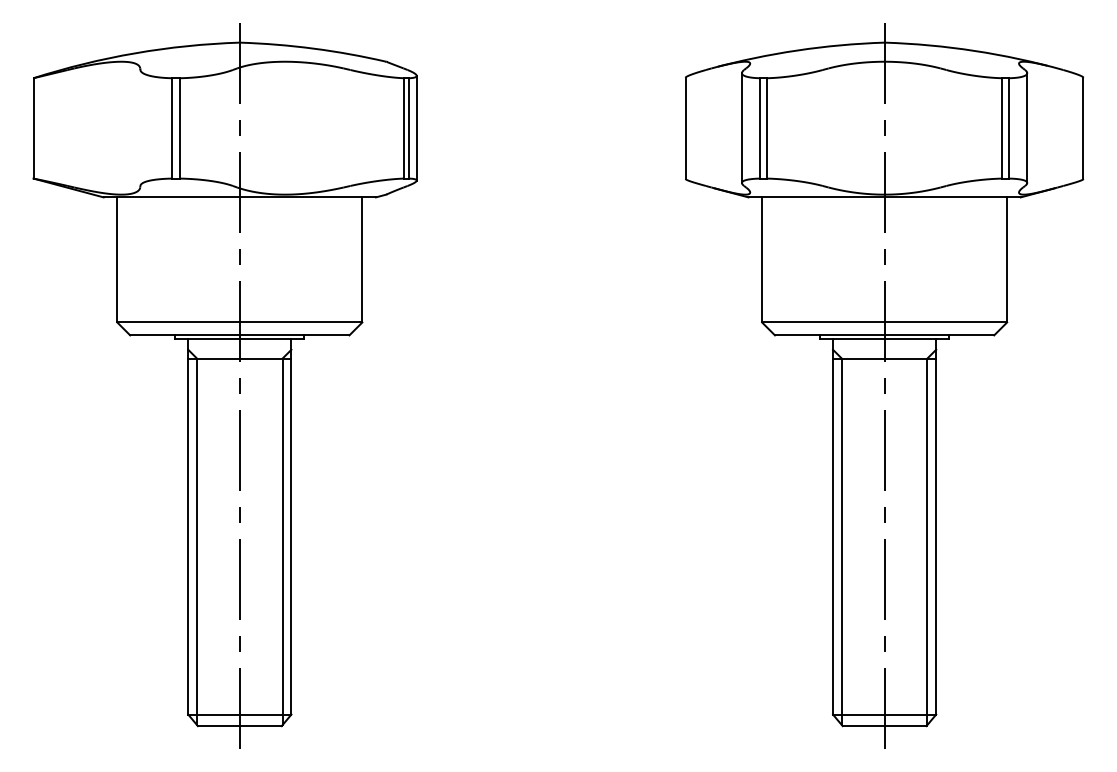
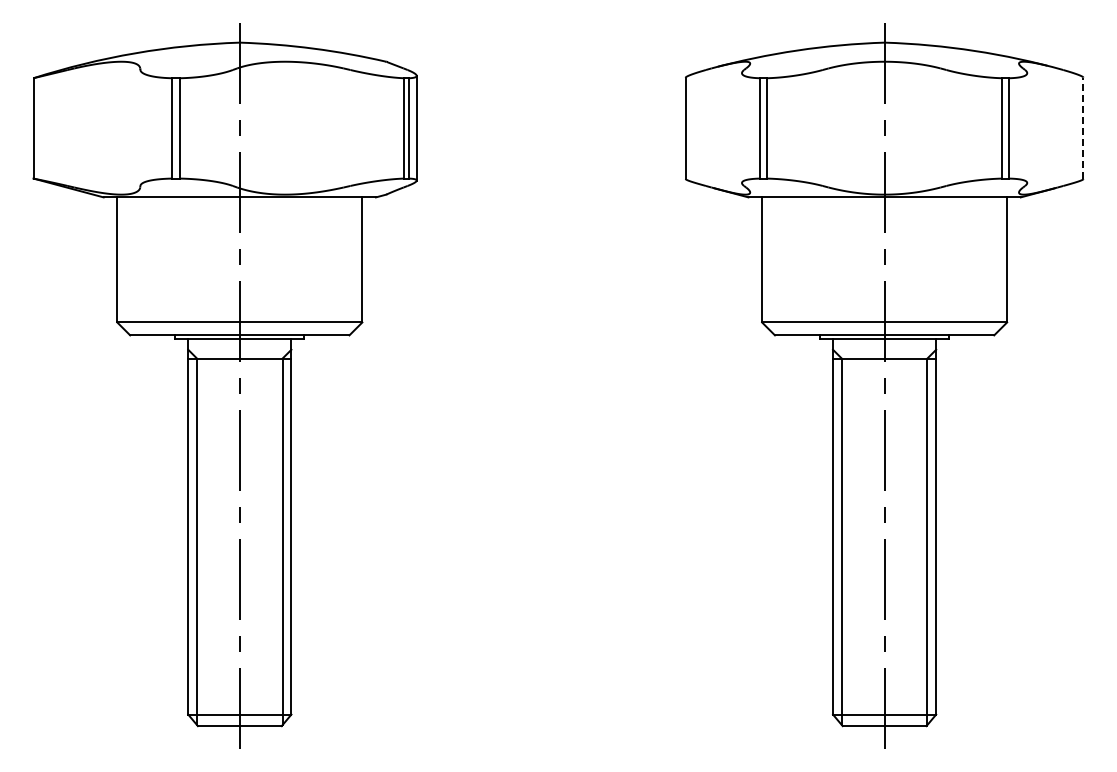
line at (742, 128): present -> none
line at (1027, 128): present -> none
line at (1083, 128): solid -> dashed
